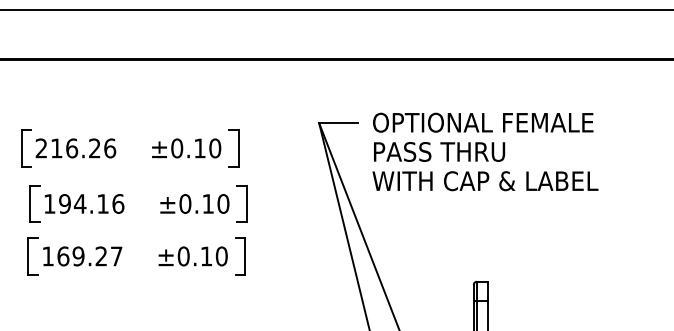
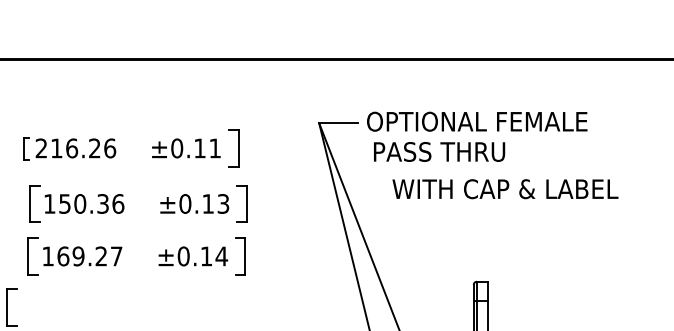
line at (336, 10): present -> none
text at (483, 122) position: (483, 122) -> (477, 121)
part at (26, 148) size: 11x39 px -> 7x24 px
text at (215, 148): ±0.10 -> ±0.11
text at (485, 181) position: (485, 181) -> (505, 189)
text at (83, 203): 194.16 -> 150.36
text at (223, 203): ±0.10 -> ±0.13
text at (221, 256): ±0.10 -> ±0.14
part at (11, 307): none -> present
